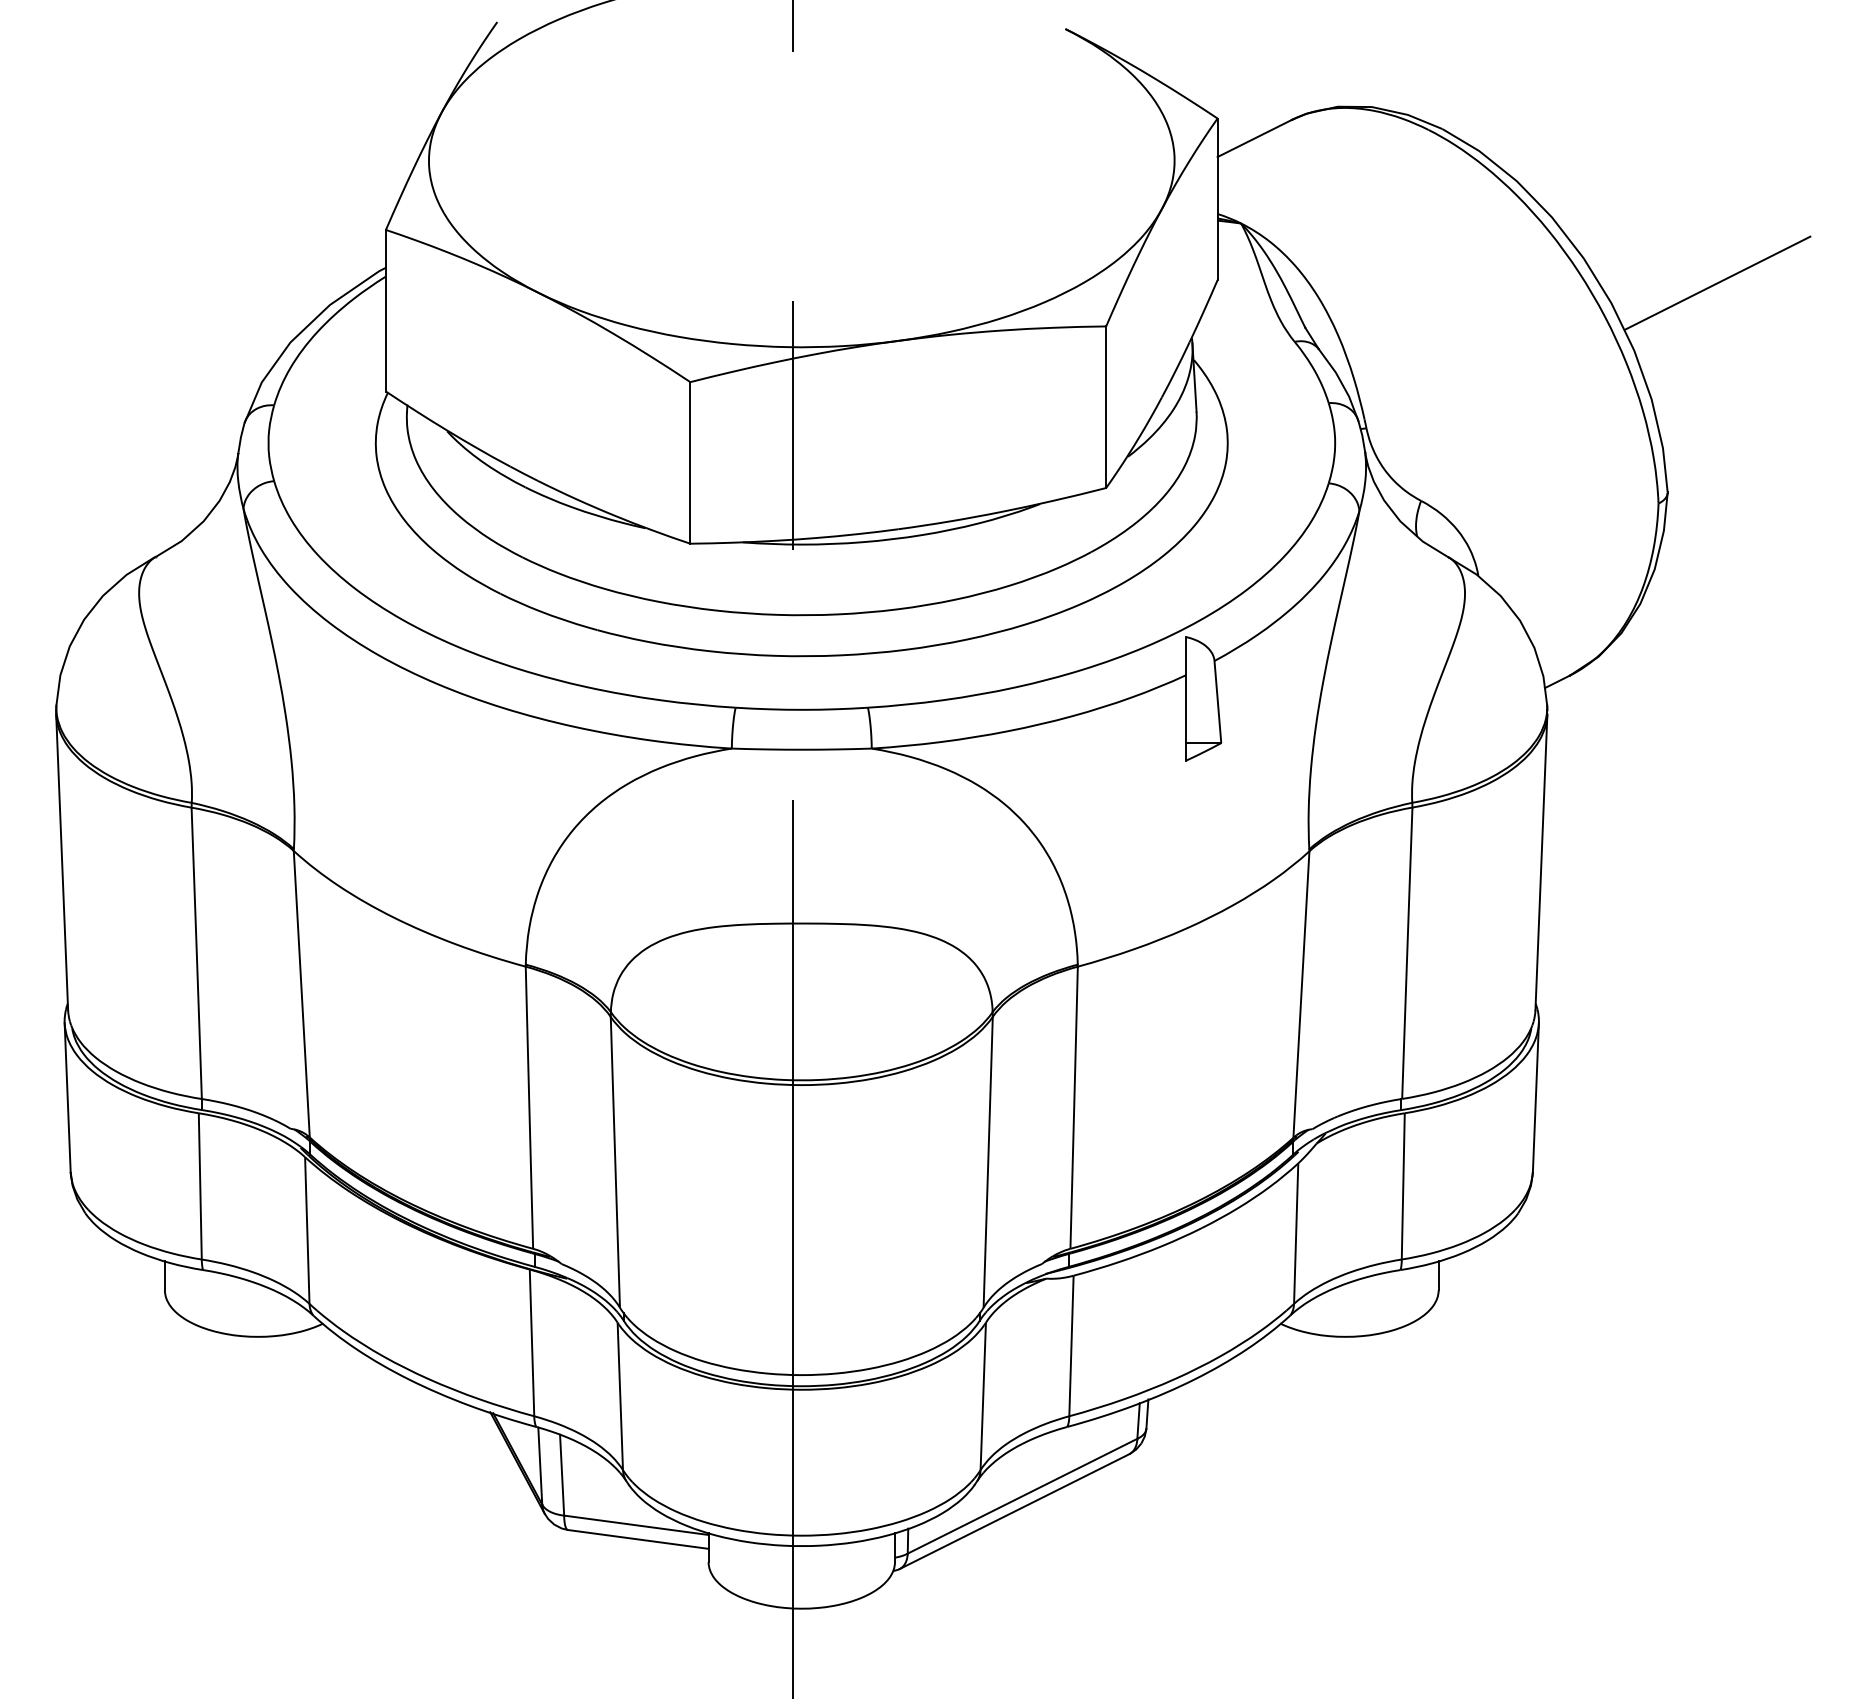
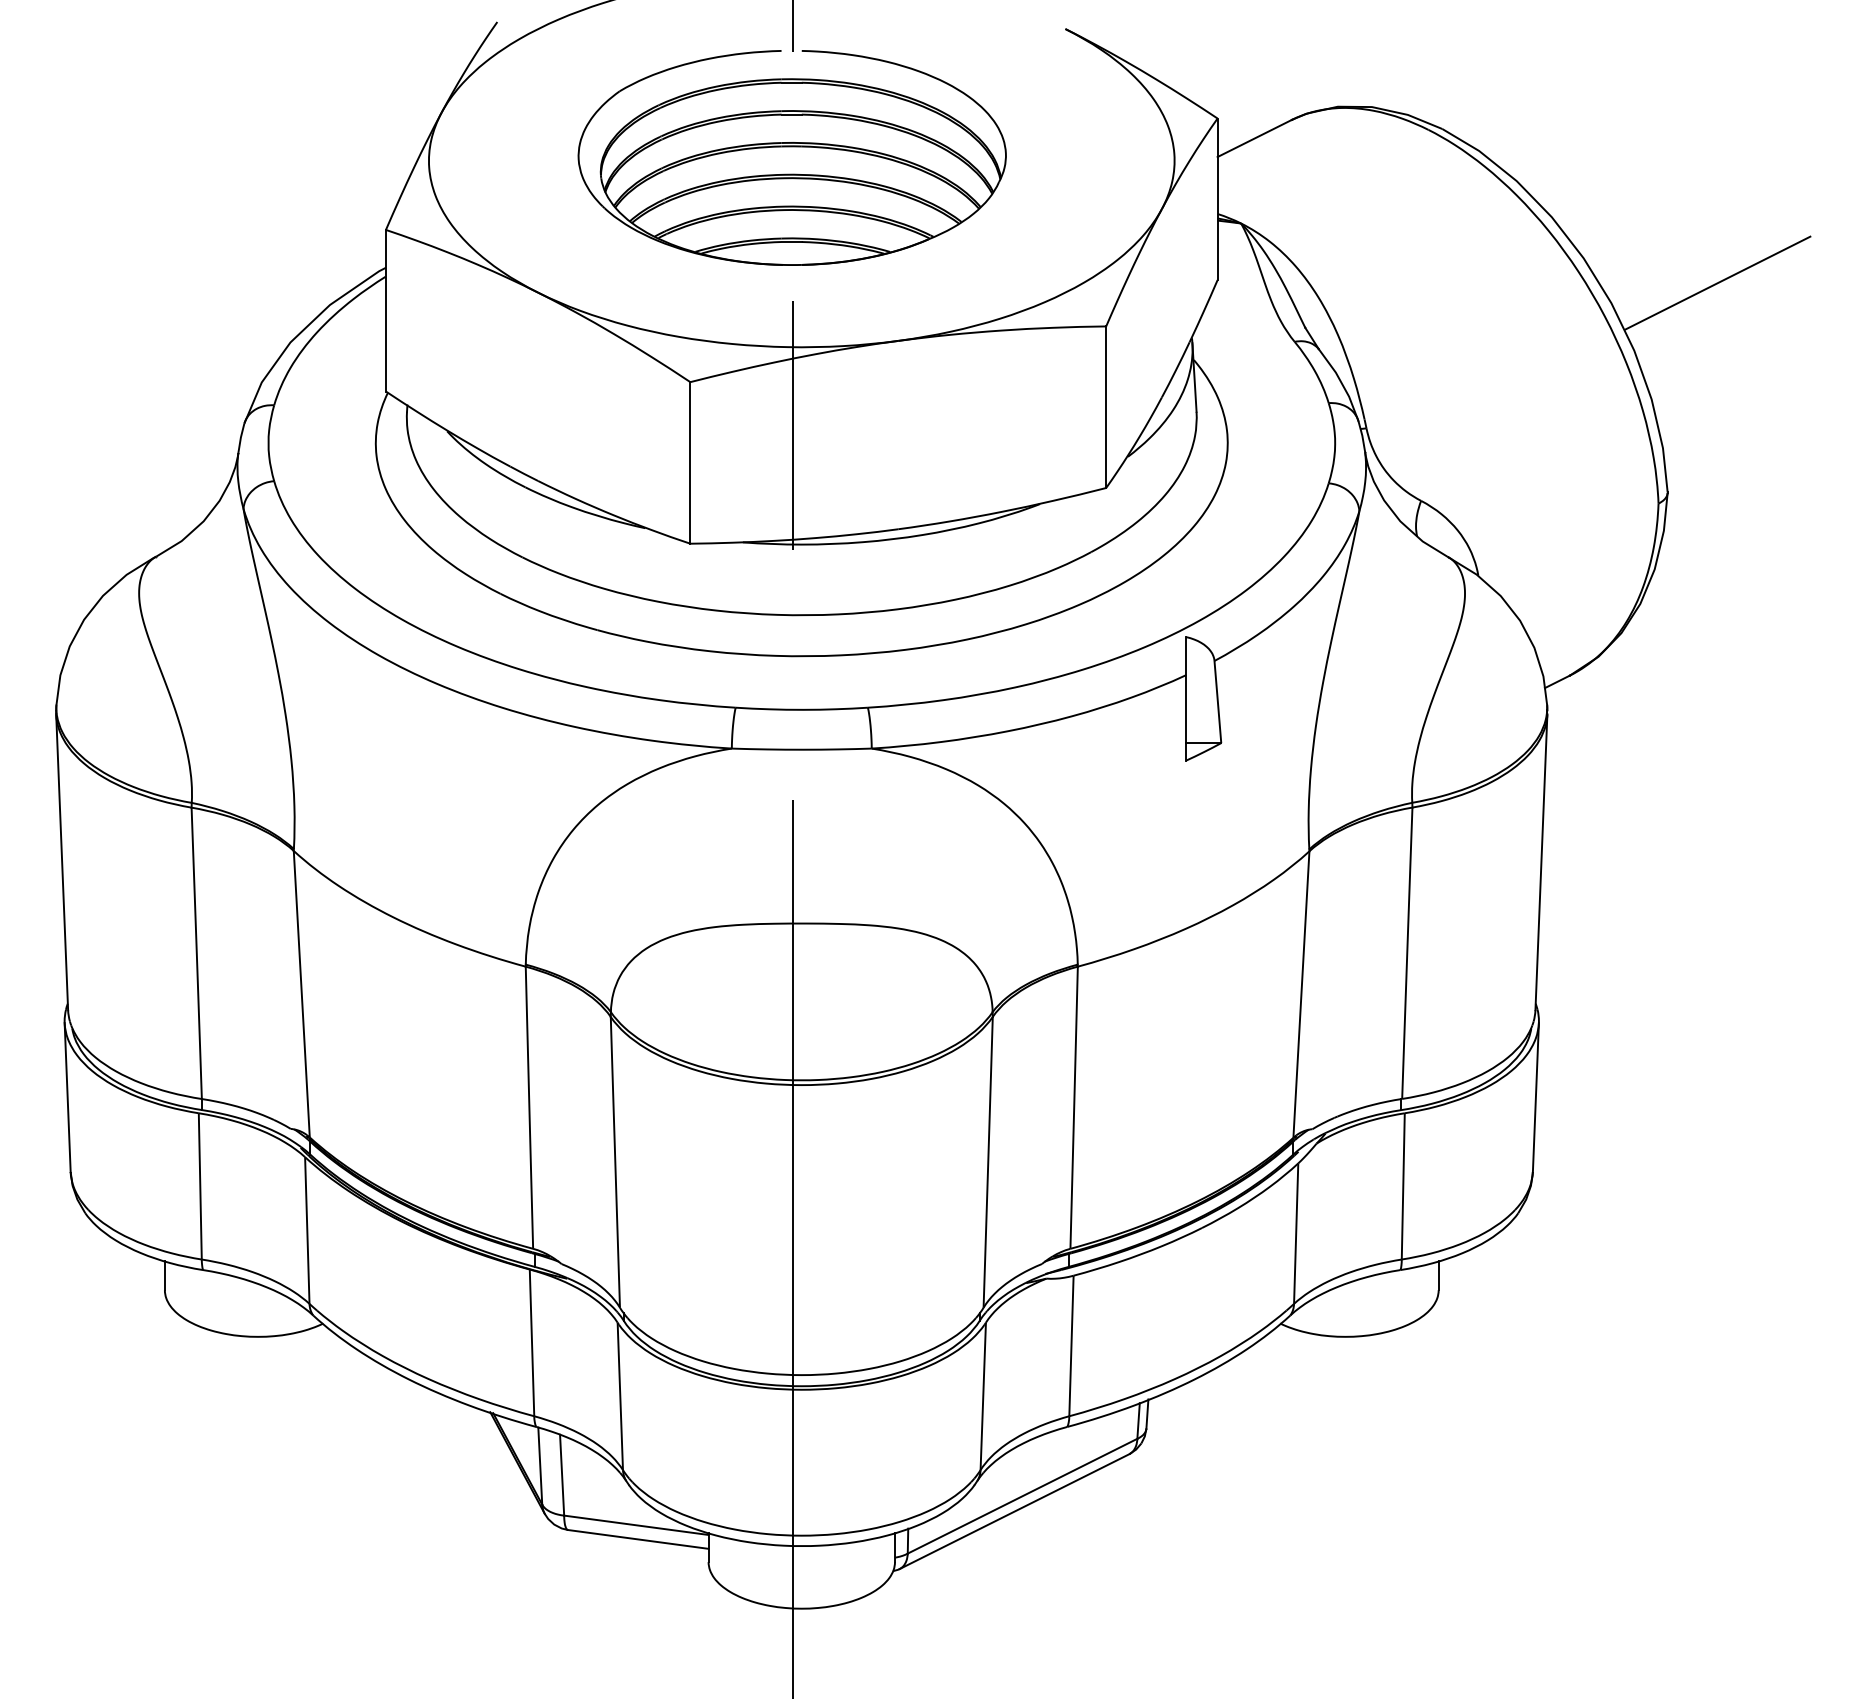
part at (791, 157): none -> present
